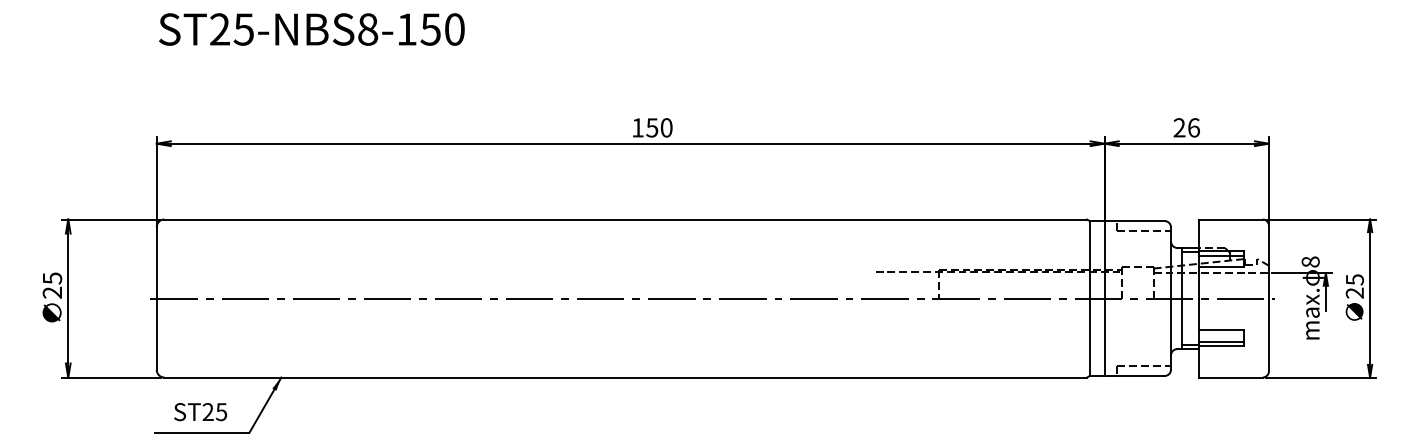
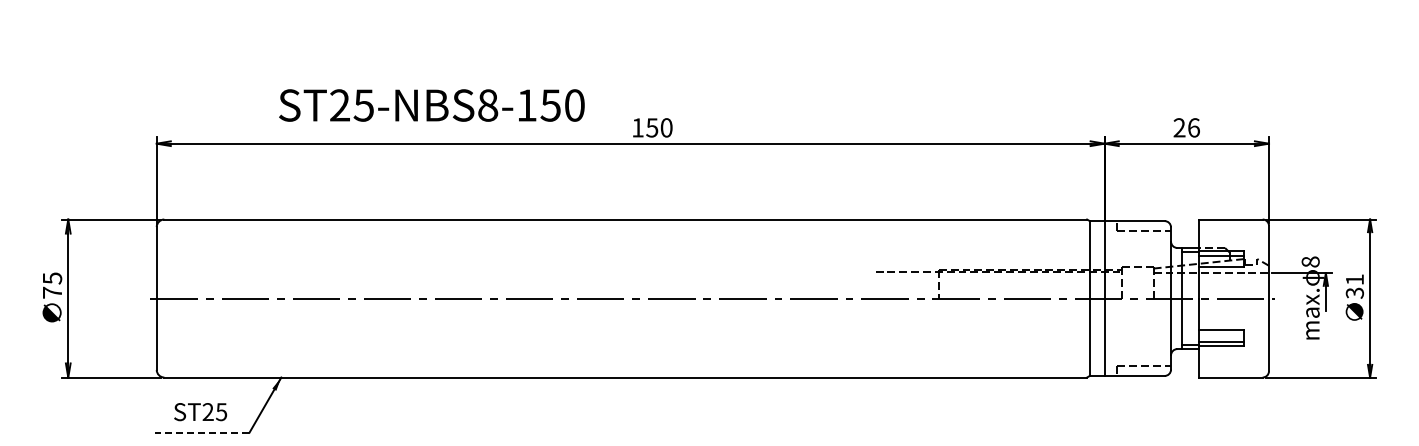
text at (311, 29) position: (311, 29) -> (431, 105)
text at (1355, 286): 25 -> 31
text at (51, 292): 25 -> 75
line at (201, 432): solid -> dashed
